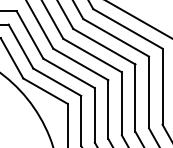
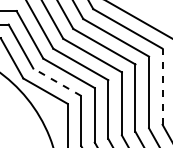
line at (57, 82): solid -> dashed
line at (162, 86): solid -> dashed
